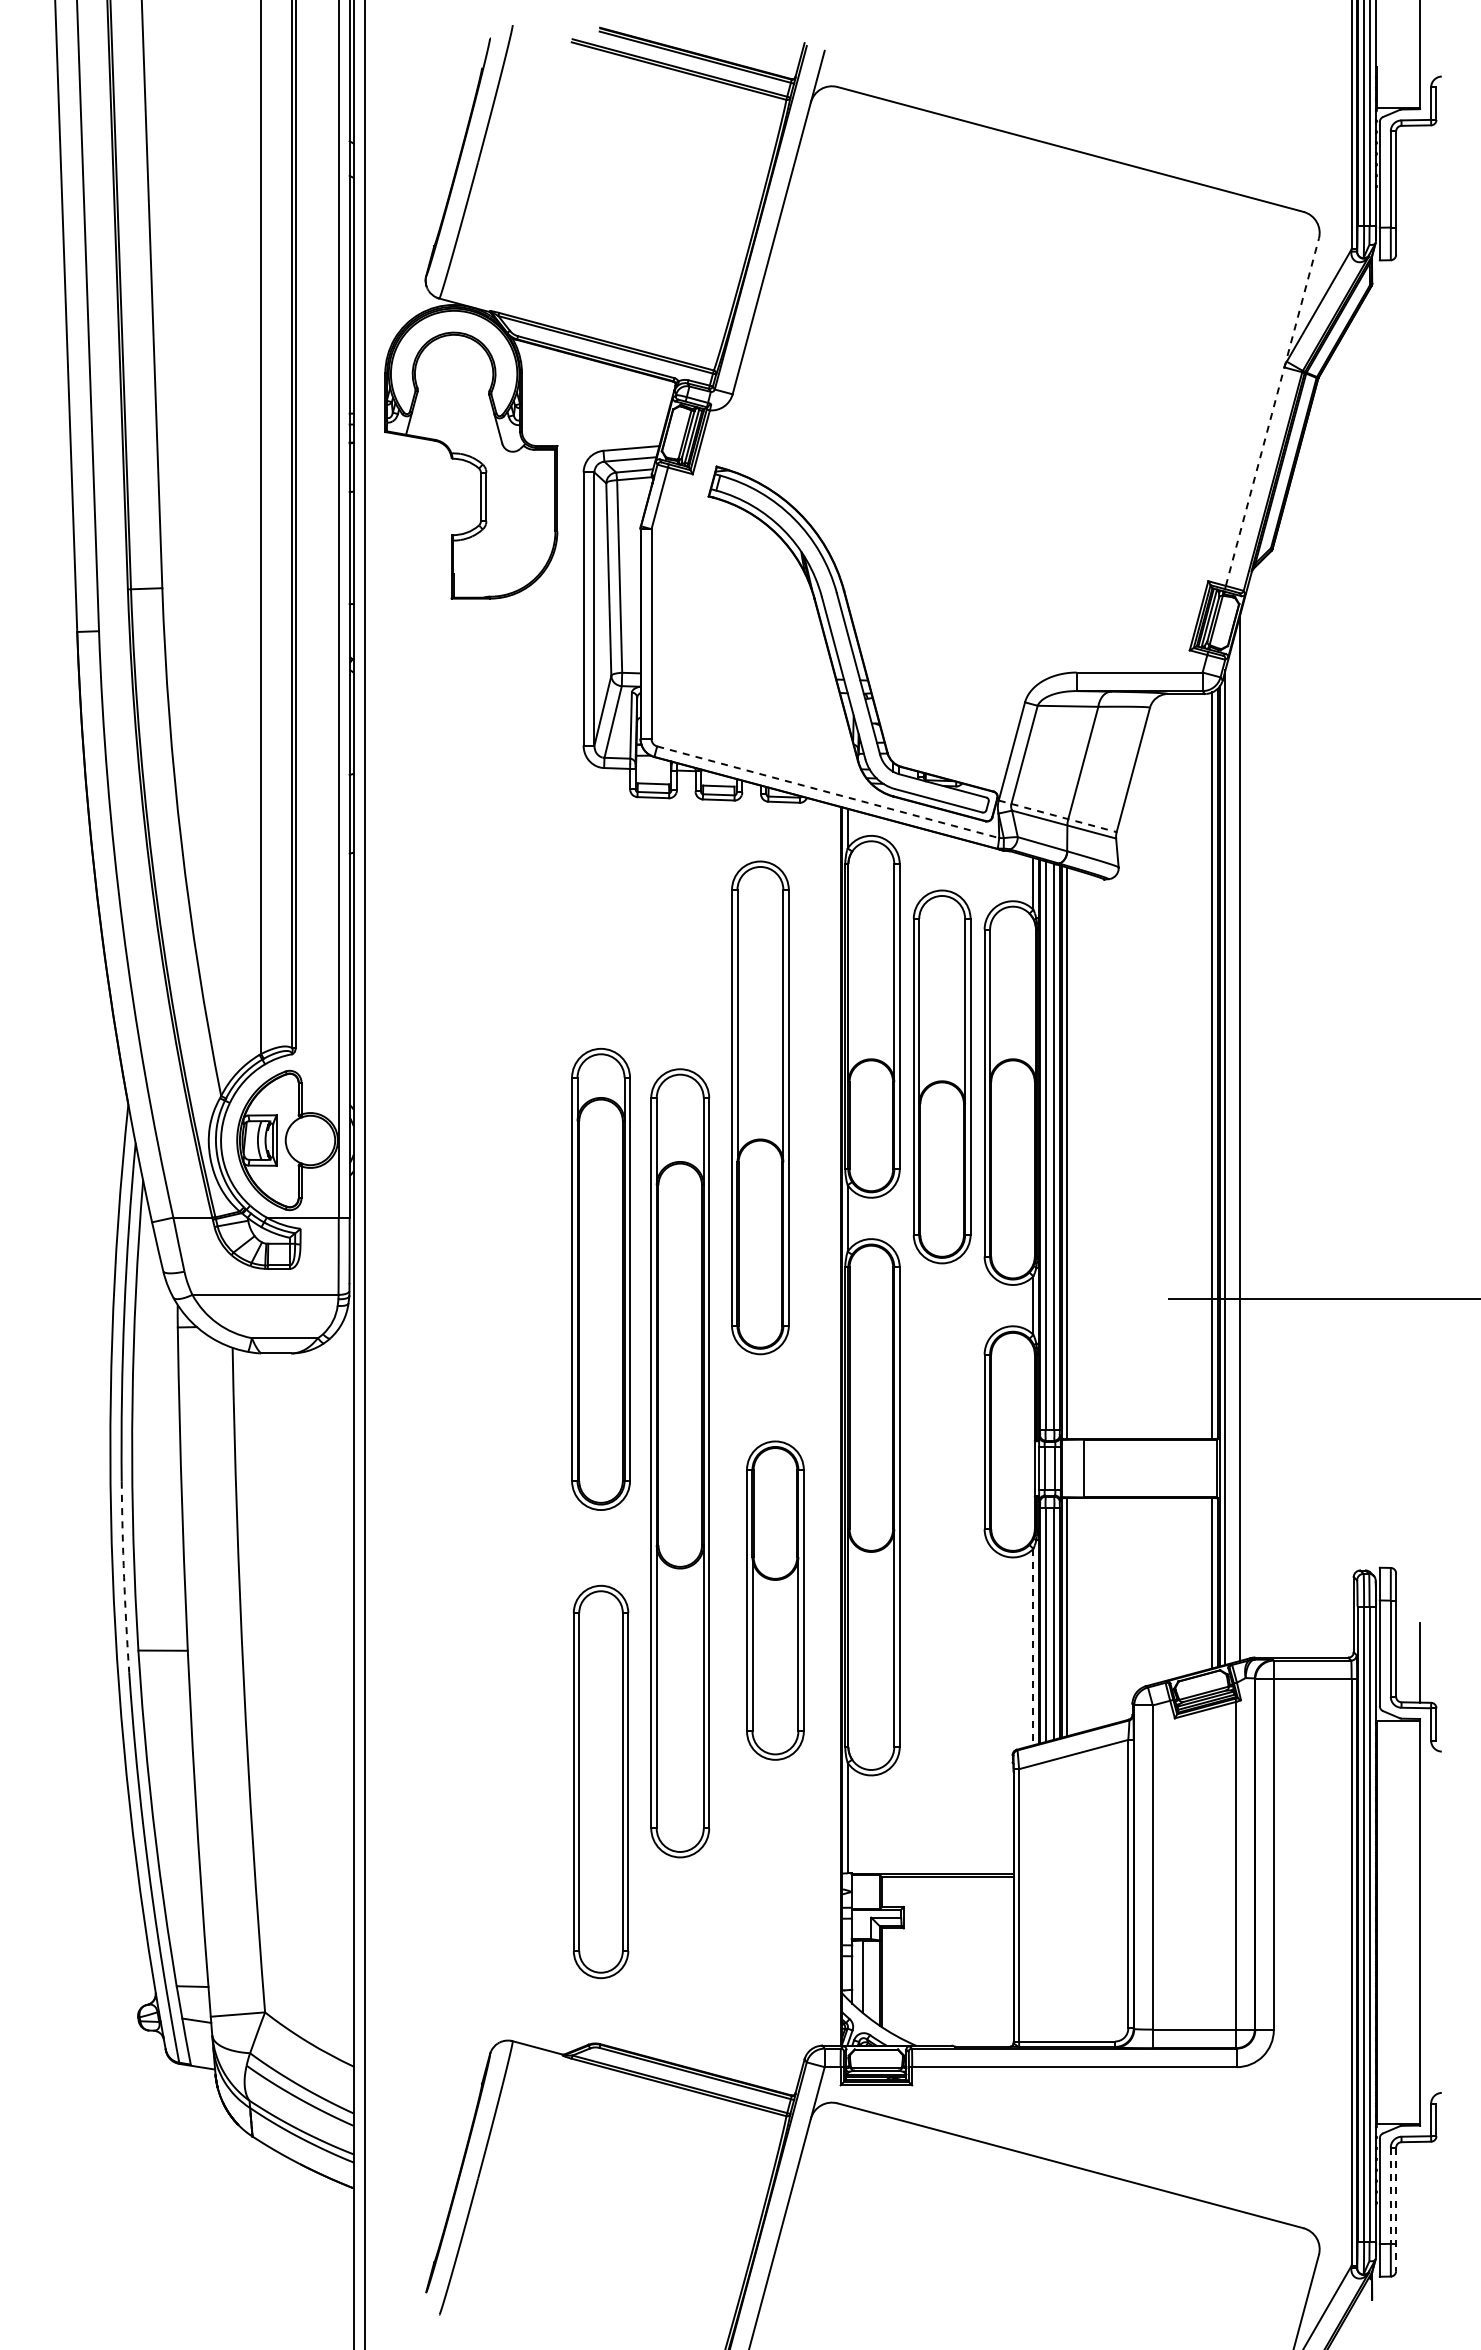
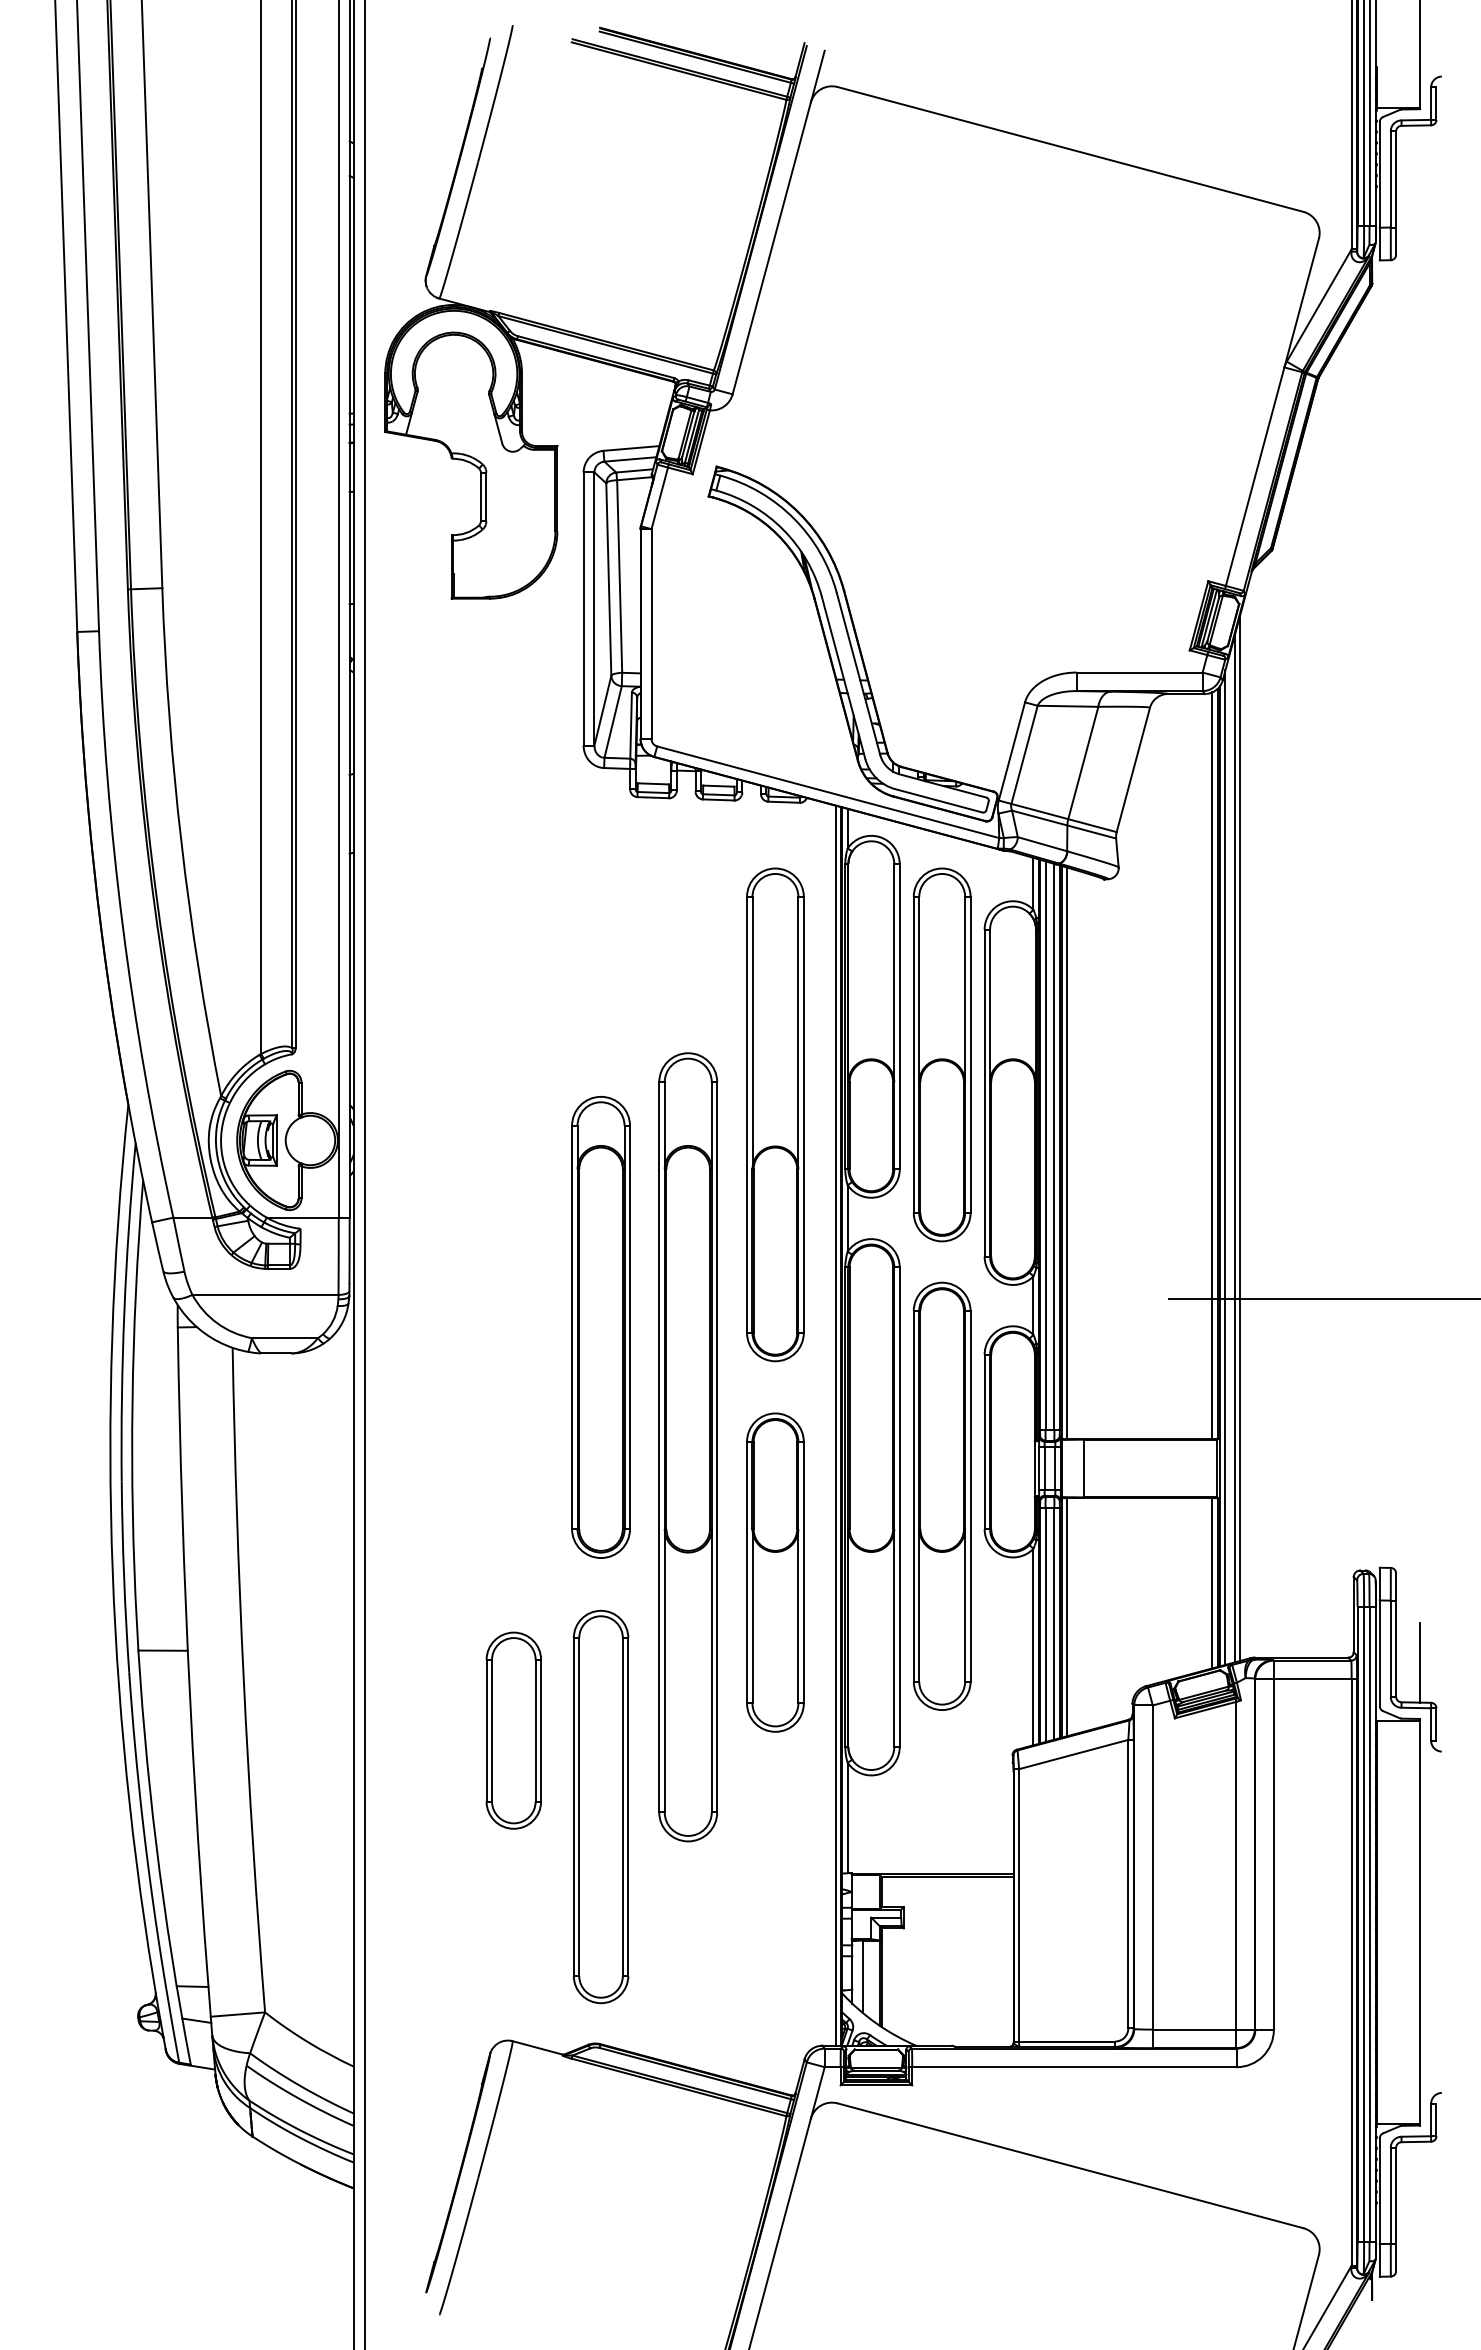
line at (1272, 412): dashed -> solid
line at (828, 792): dashed -> solid
line at (1058, 816): dashed -> solid
part at (941, 1076) position: (941, 1076) -> (941, 1054)
part at (760, 1107) position: (760, 1107) -> (775, 1114)
line at (1235, 1147): none -> present
part at (600, 1279) position: (600, 1279) -> (600, 1327)
line at (835, 1425): none -> present
part at (680, 1463) position: (680, 1463) -> (688, 1447)
part at (941, 1495): none -> present
arc at (124, 1577): dashed -> solid
part at (775, 1600) position: (775, 1600) -> (775, 1572)
line at (1033, 1647): dashed -> solid
part at (513, 1730): none -> present
part at (600, 1781) position: (600, 1781) -> (600, 1806)
line at (1390, 2196): dashed -> solid
line at (1396, 2209): dashed -> solid
